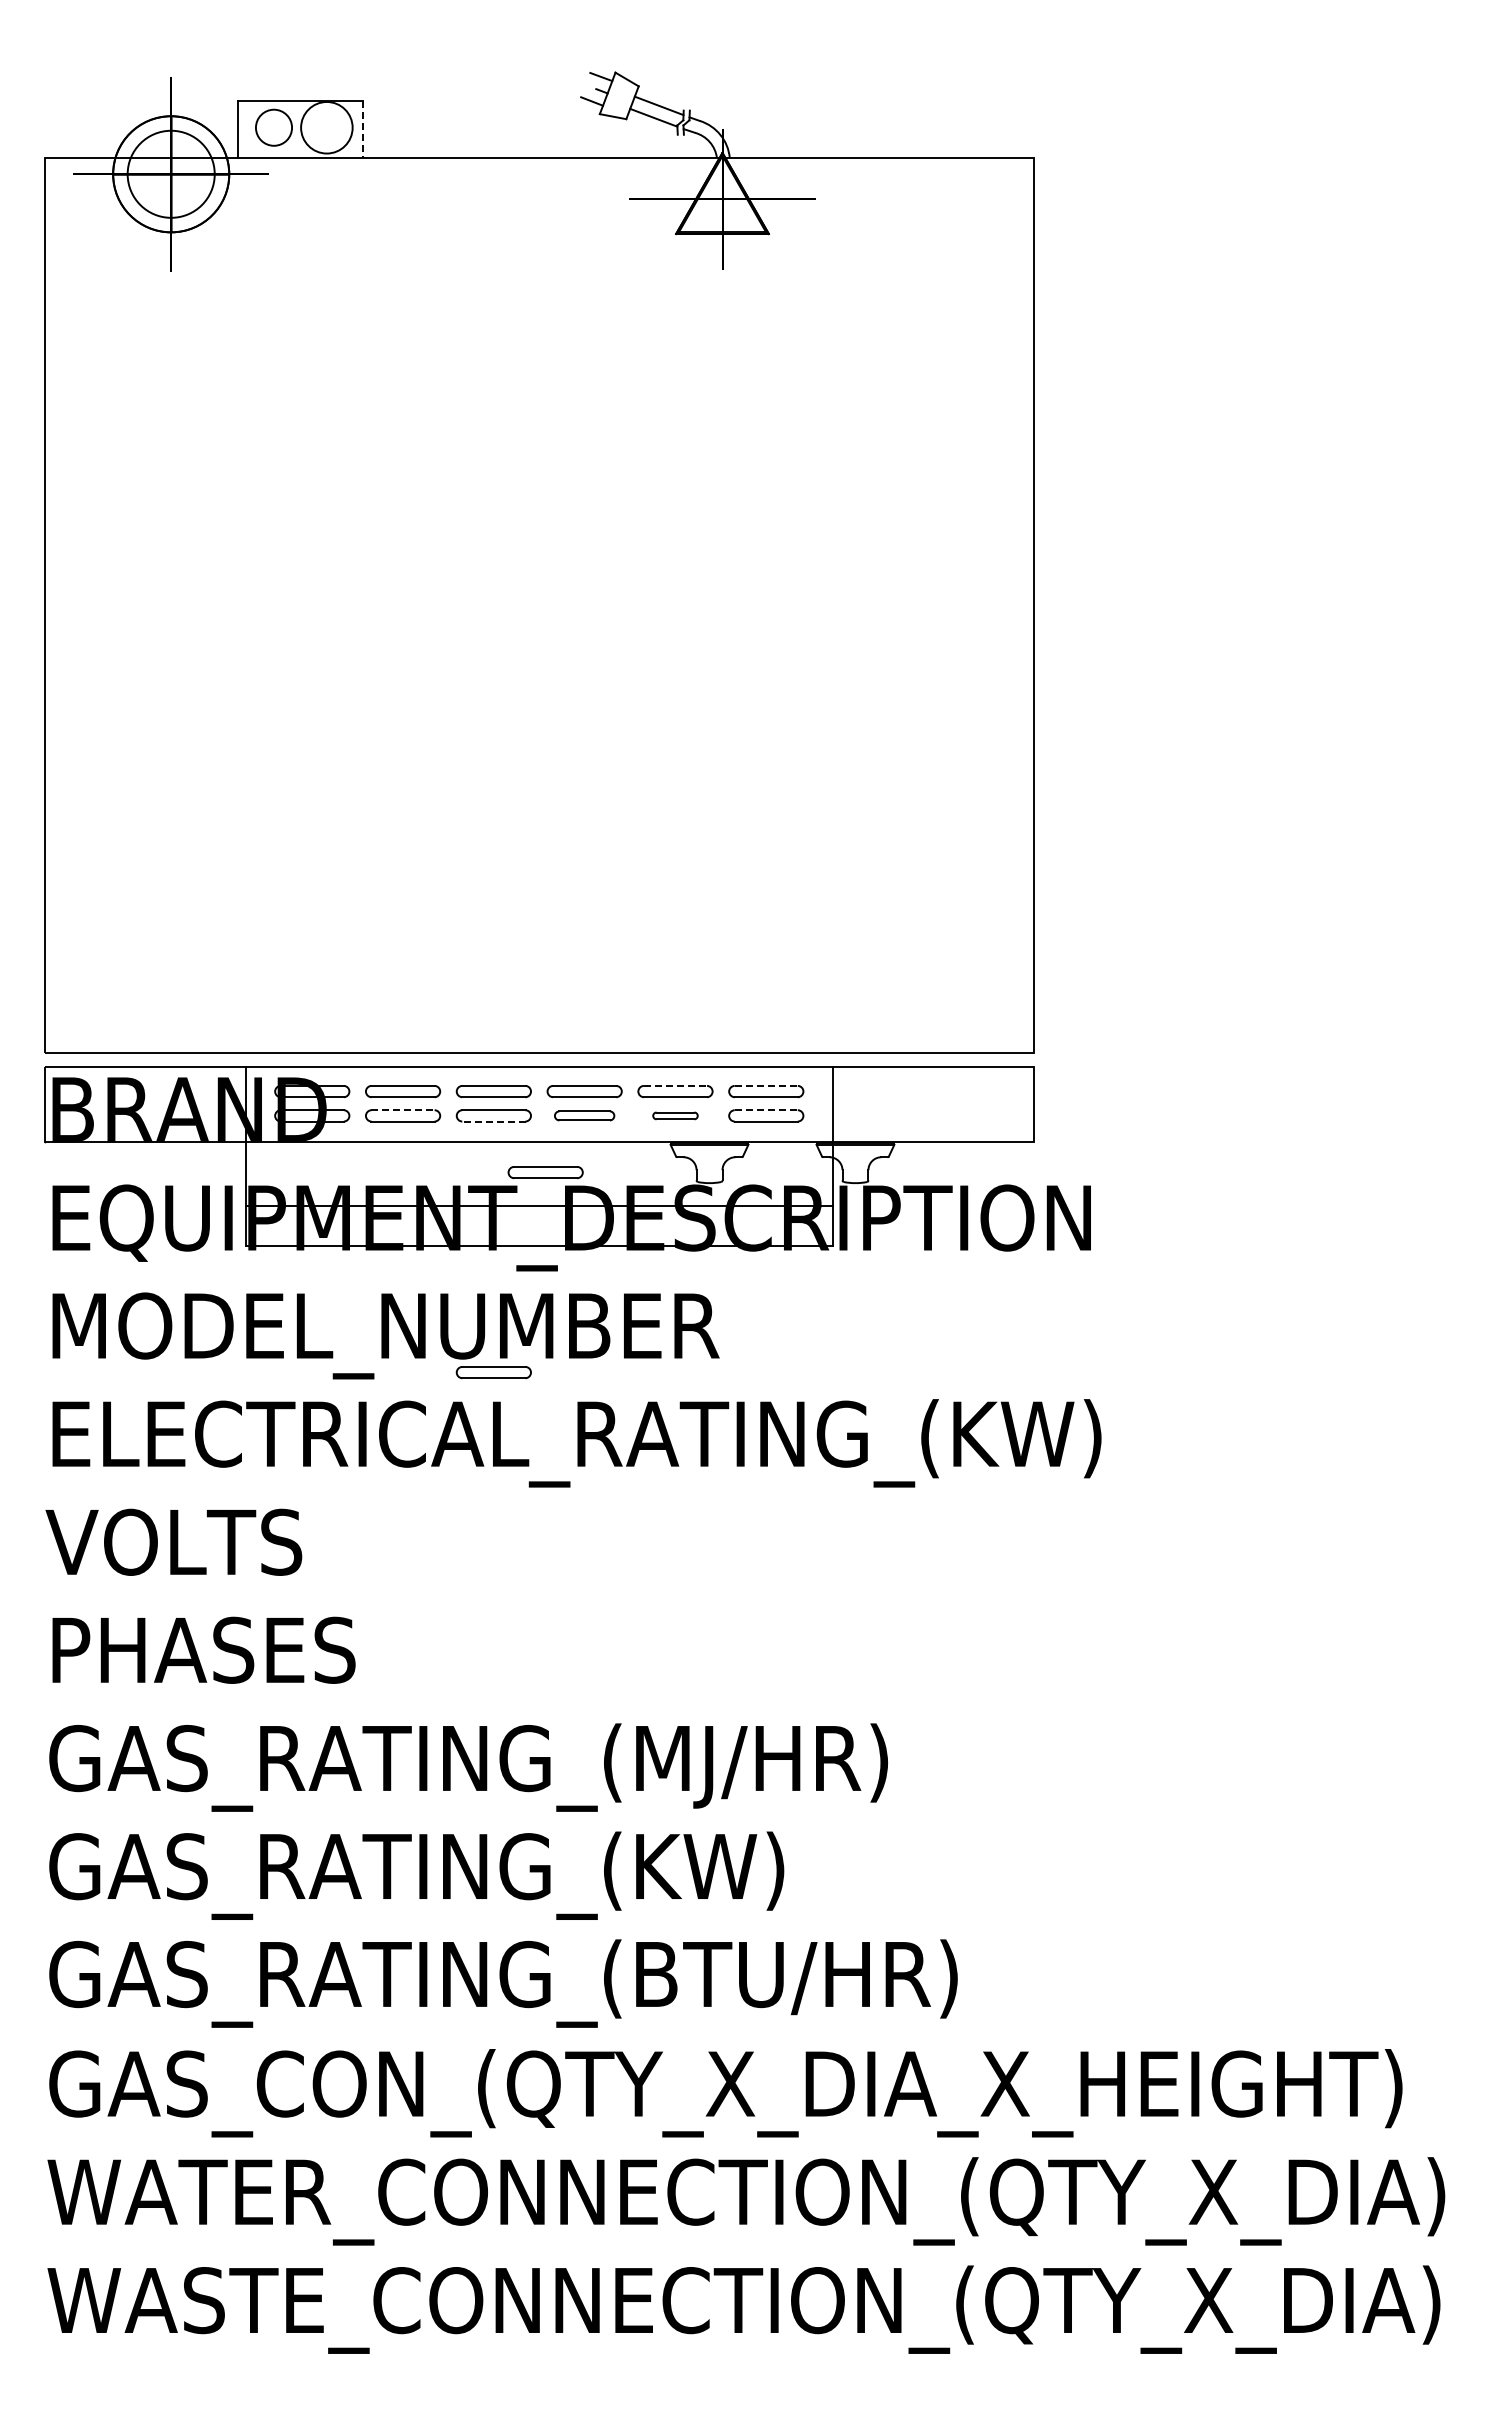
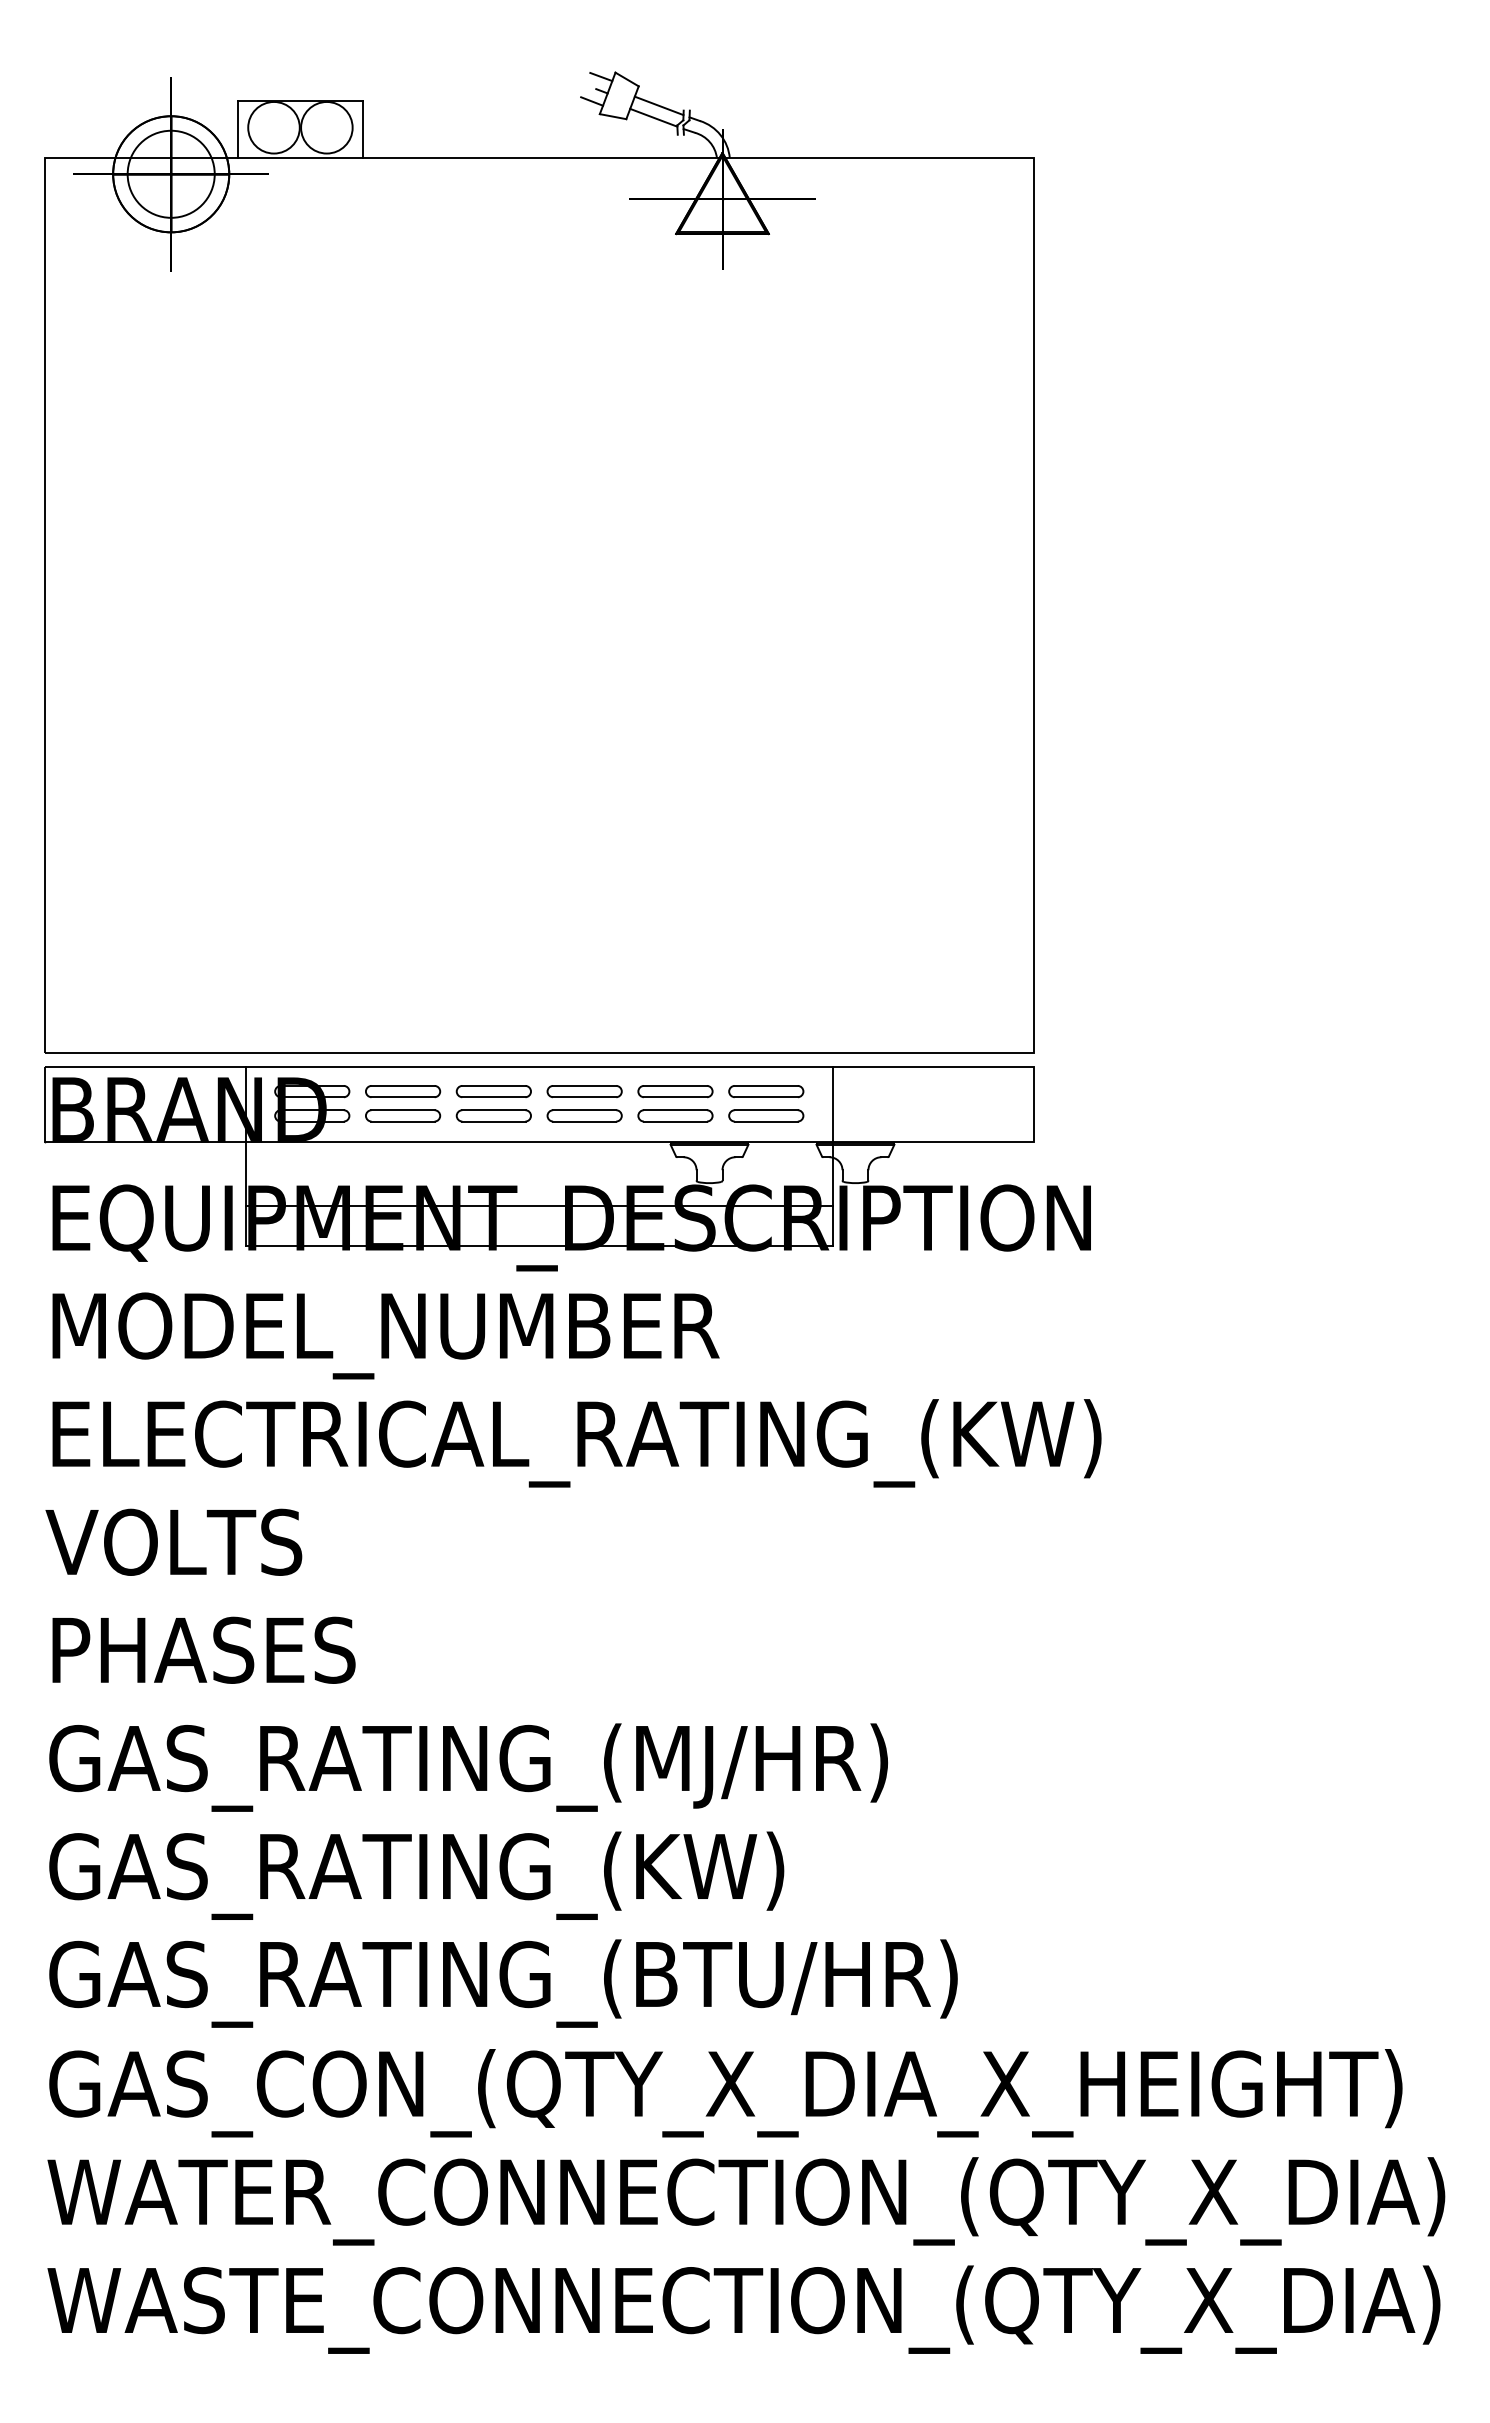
circle at (273, 127) diameter: 36 px -> 52 px
line at (362, 129): dashed -> solid
line at (675, 1085): dashed -> solid
line at (766, 1085): dashed -> solid
line at (403, 1110): dashed -> solid
line at (766, 1110): dashed -> solid
part at (584, 1115) size: 62x12 px -> 77x14 px
part at (675, 1115) size: 47x10 px -> 77x14 px
line at (493, 1121): dashed -> solid
part at (545, 1172): present -> none
part at (493, 1372): present -> none
